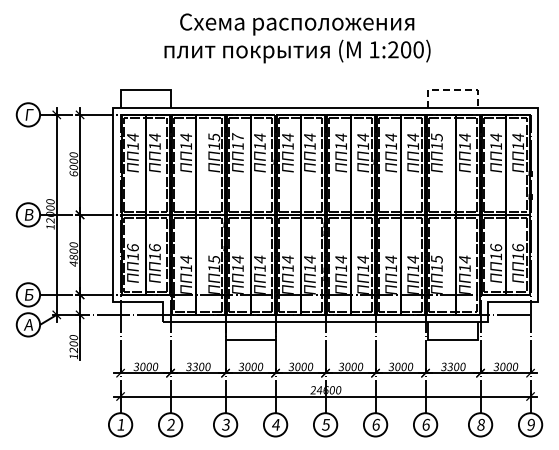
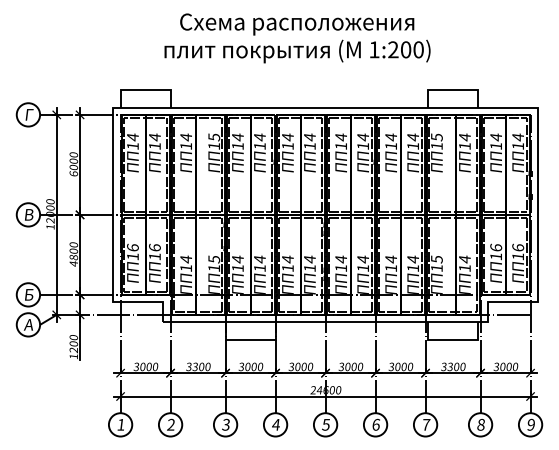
line at (453, 89): dashed -> solid
text at (237, 137): 17 -> 14
text at (426, 424): 6 -> 7
